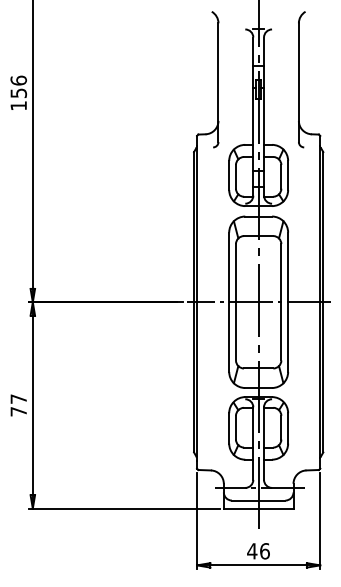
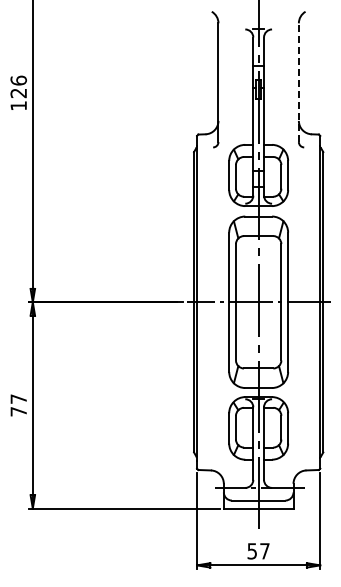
line at (298, 82): solid -> dashed
text at (18, 92): 156 -> 126
text at (258, 551): 46 -> 57
